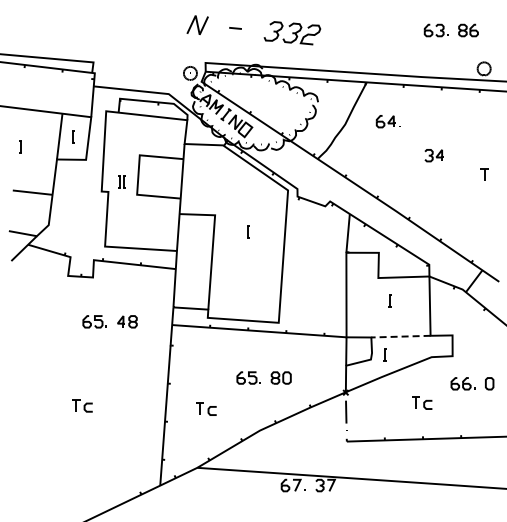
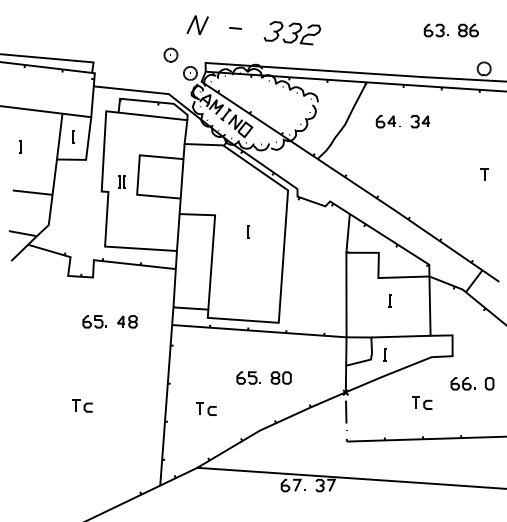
part at (170, 54): none -> present
part at (433, 155) position: (433, 155) -> (419, 121)
line at (400, 336): dashed -> solid
